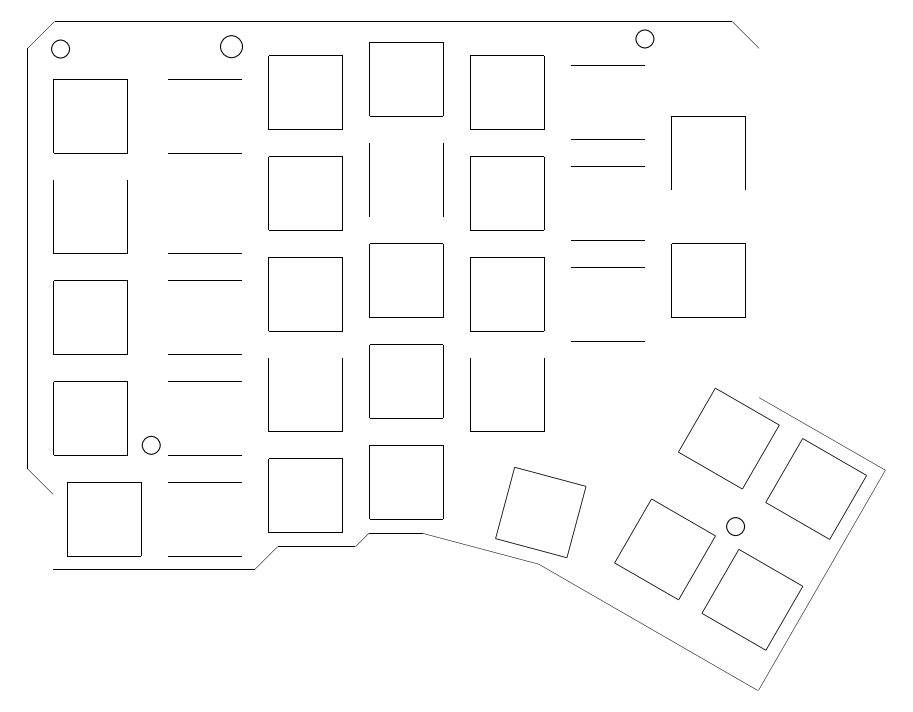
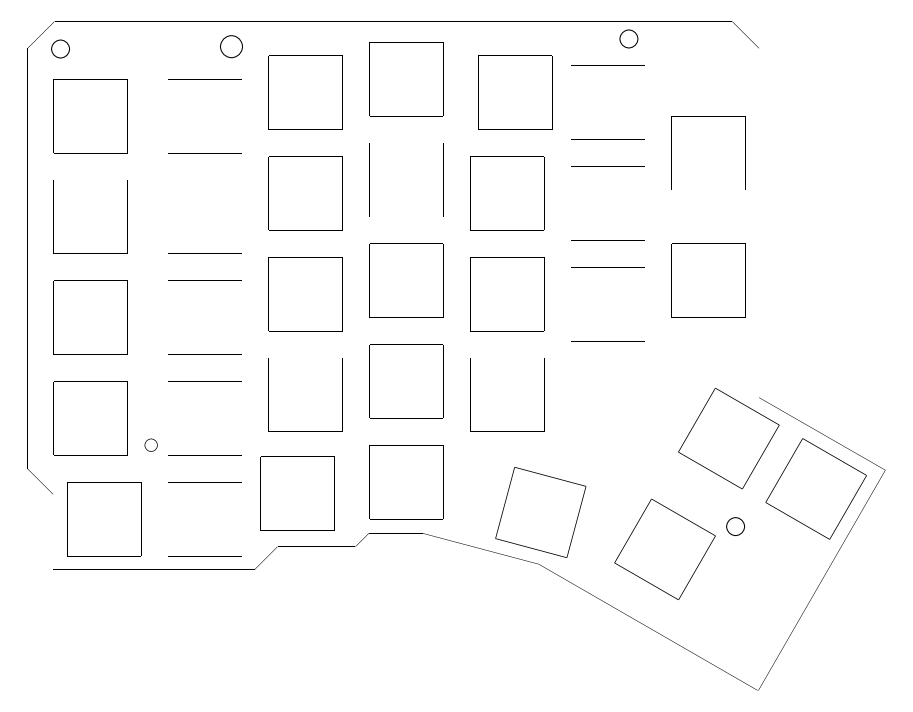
part at (644, 38) position: (644, 38) -> (628, 38)
part at (507, 92) position: (507, 92) -> (515, 92)
part at (150, 444) size: 20x20 px -> 14x14 px
part at (305, 495) position: (305, 495) -> (297, 493)
part at (751, 599): present -> none
